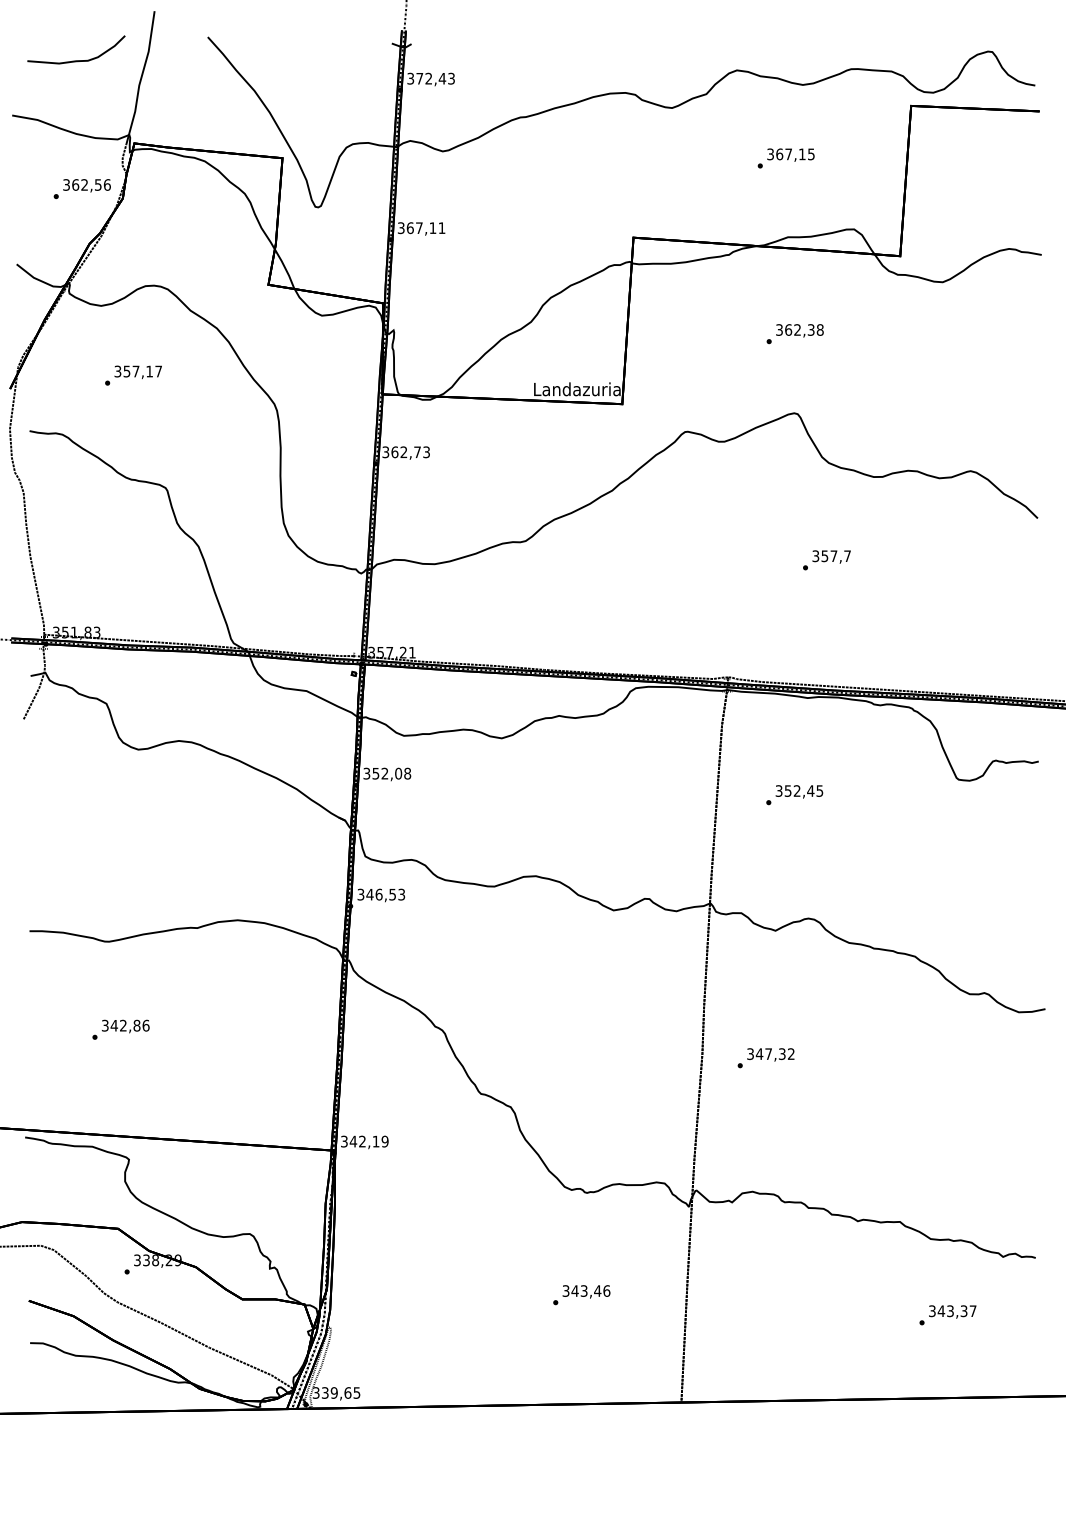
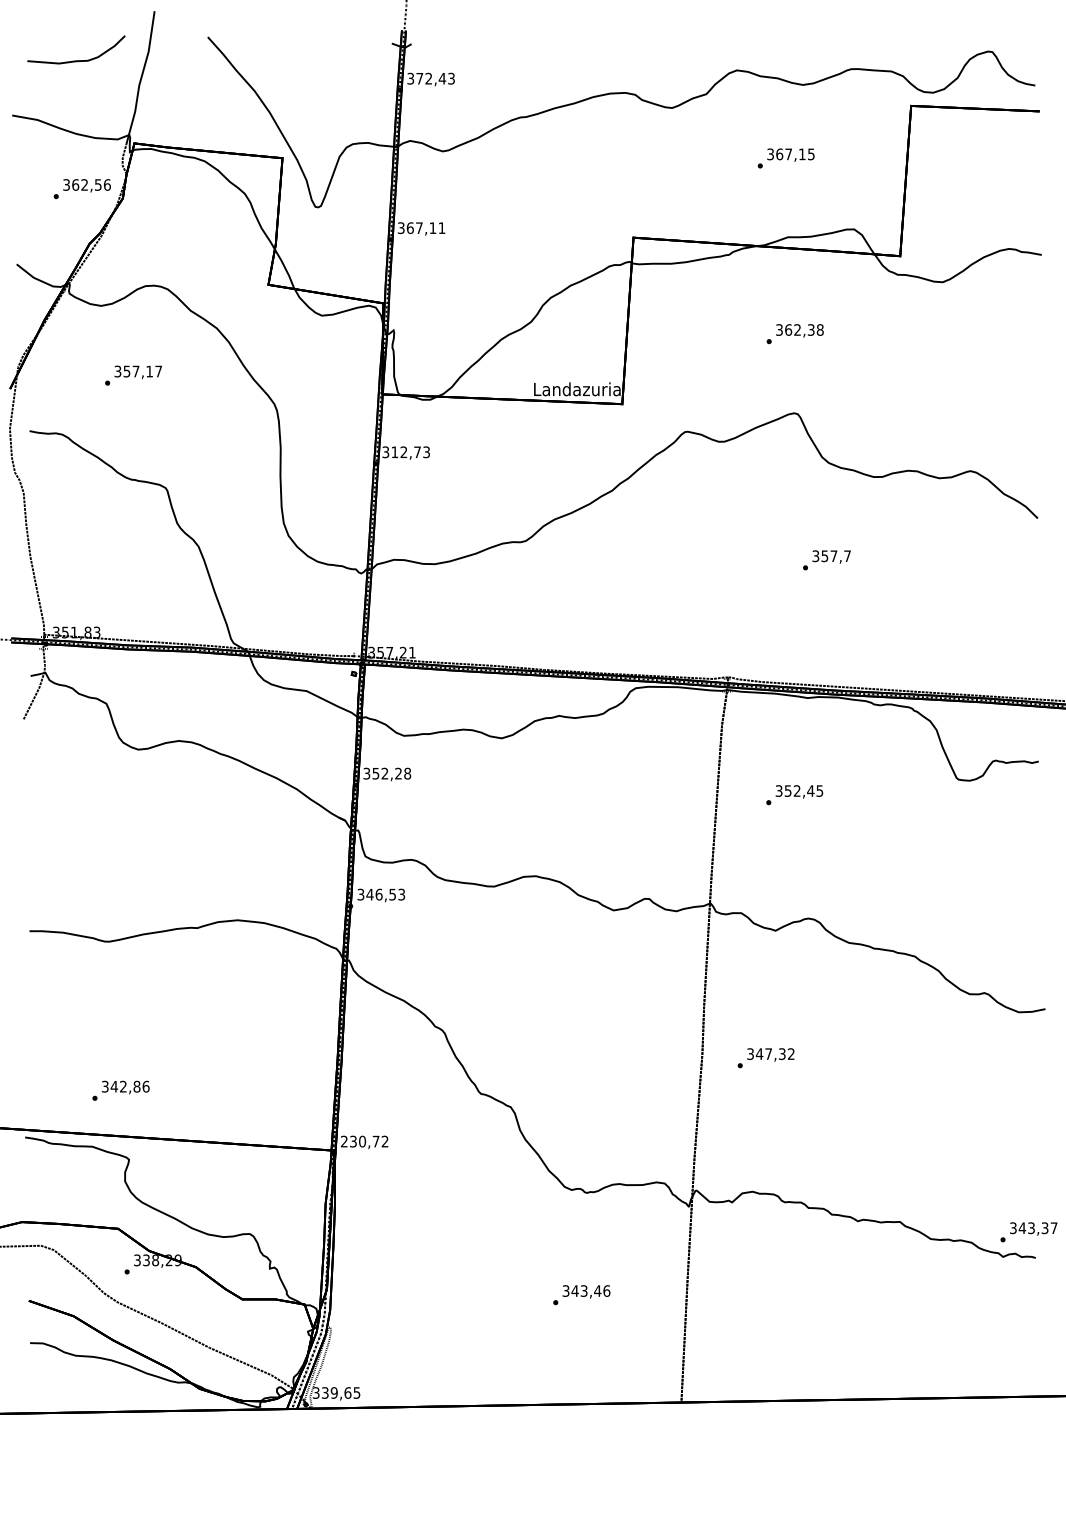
text at (394, 452): 362,73 -> 312,73
text at (398, 773): 352,08 -> 352,28
text at (120, 1029) position: (120, 1029) -> (120, 1090)
text at (364, 1141): 342,19 -> 230,72
text at (947, 1315) position: (947, 1315) -> (1028, 1232)
